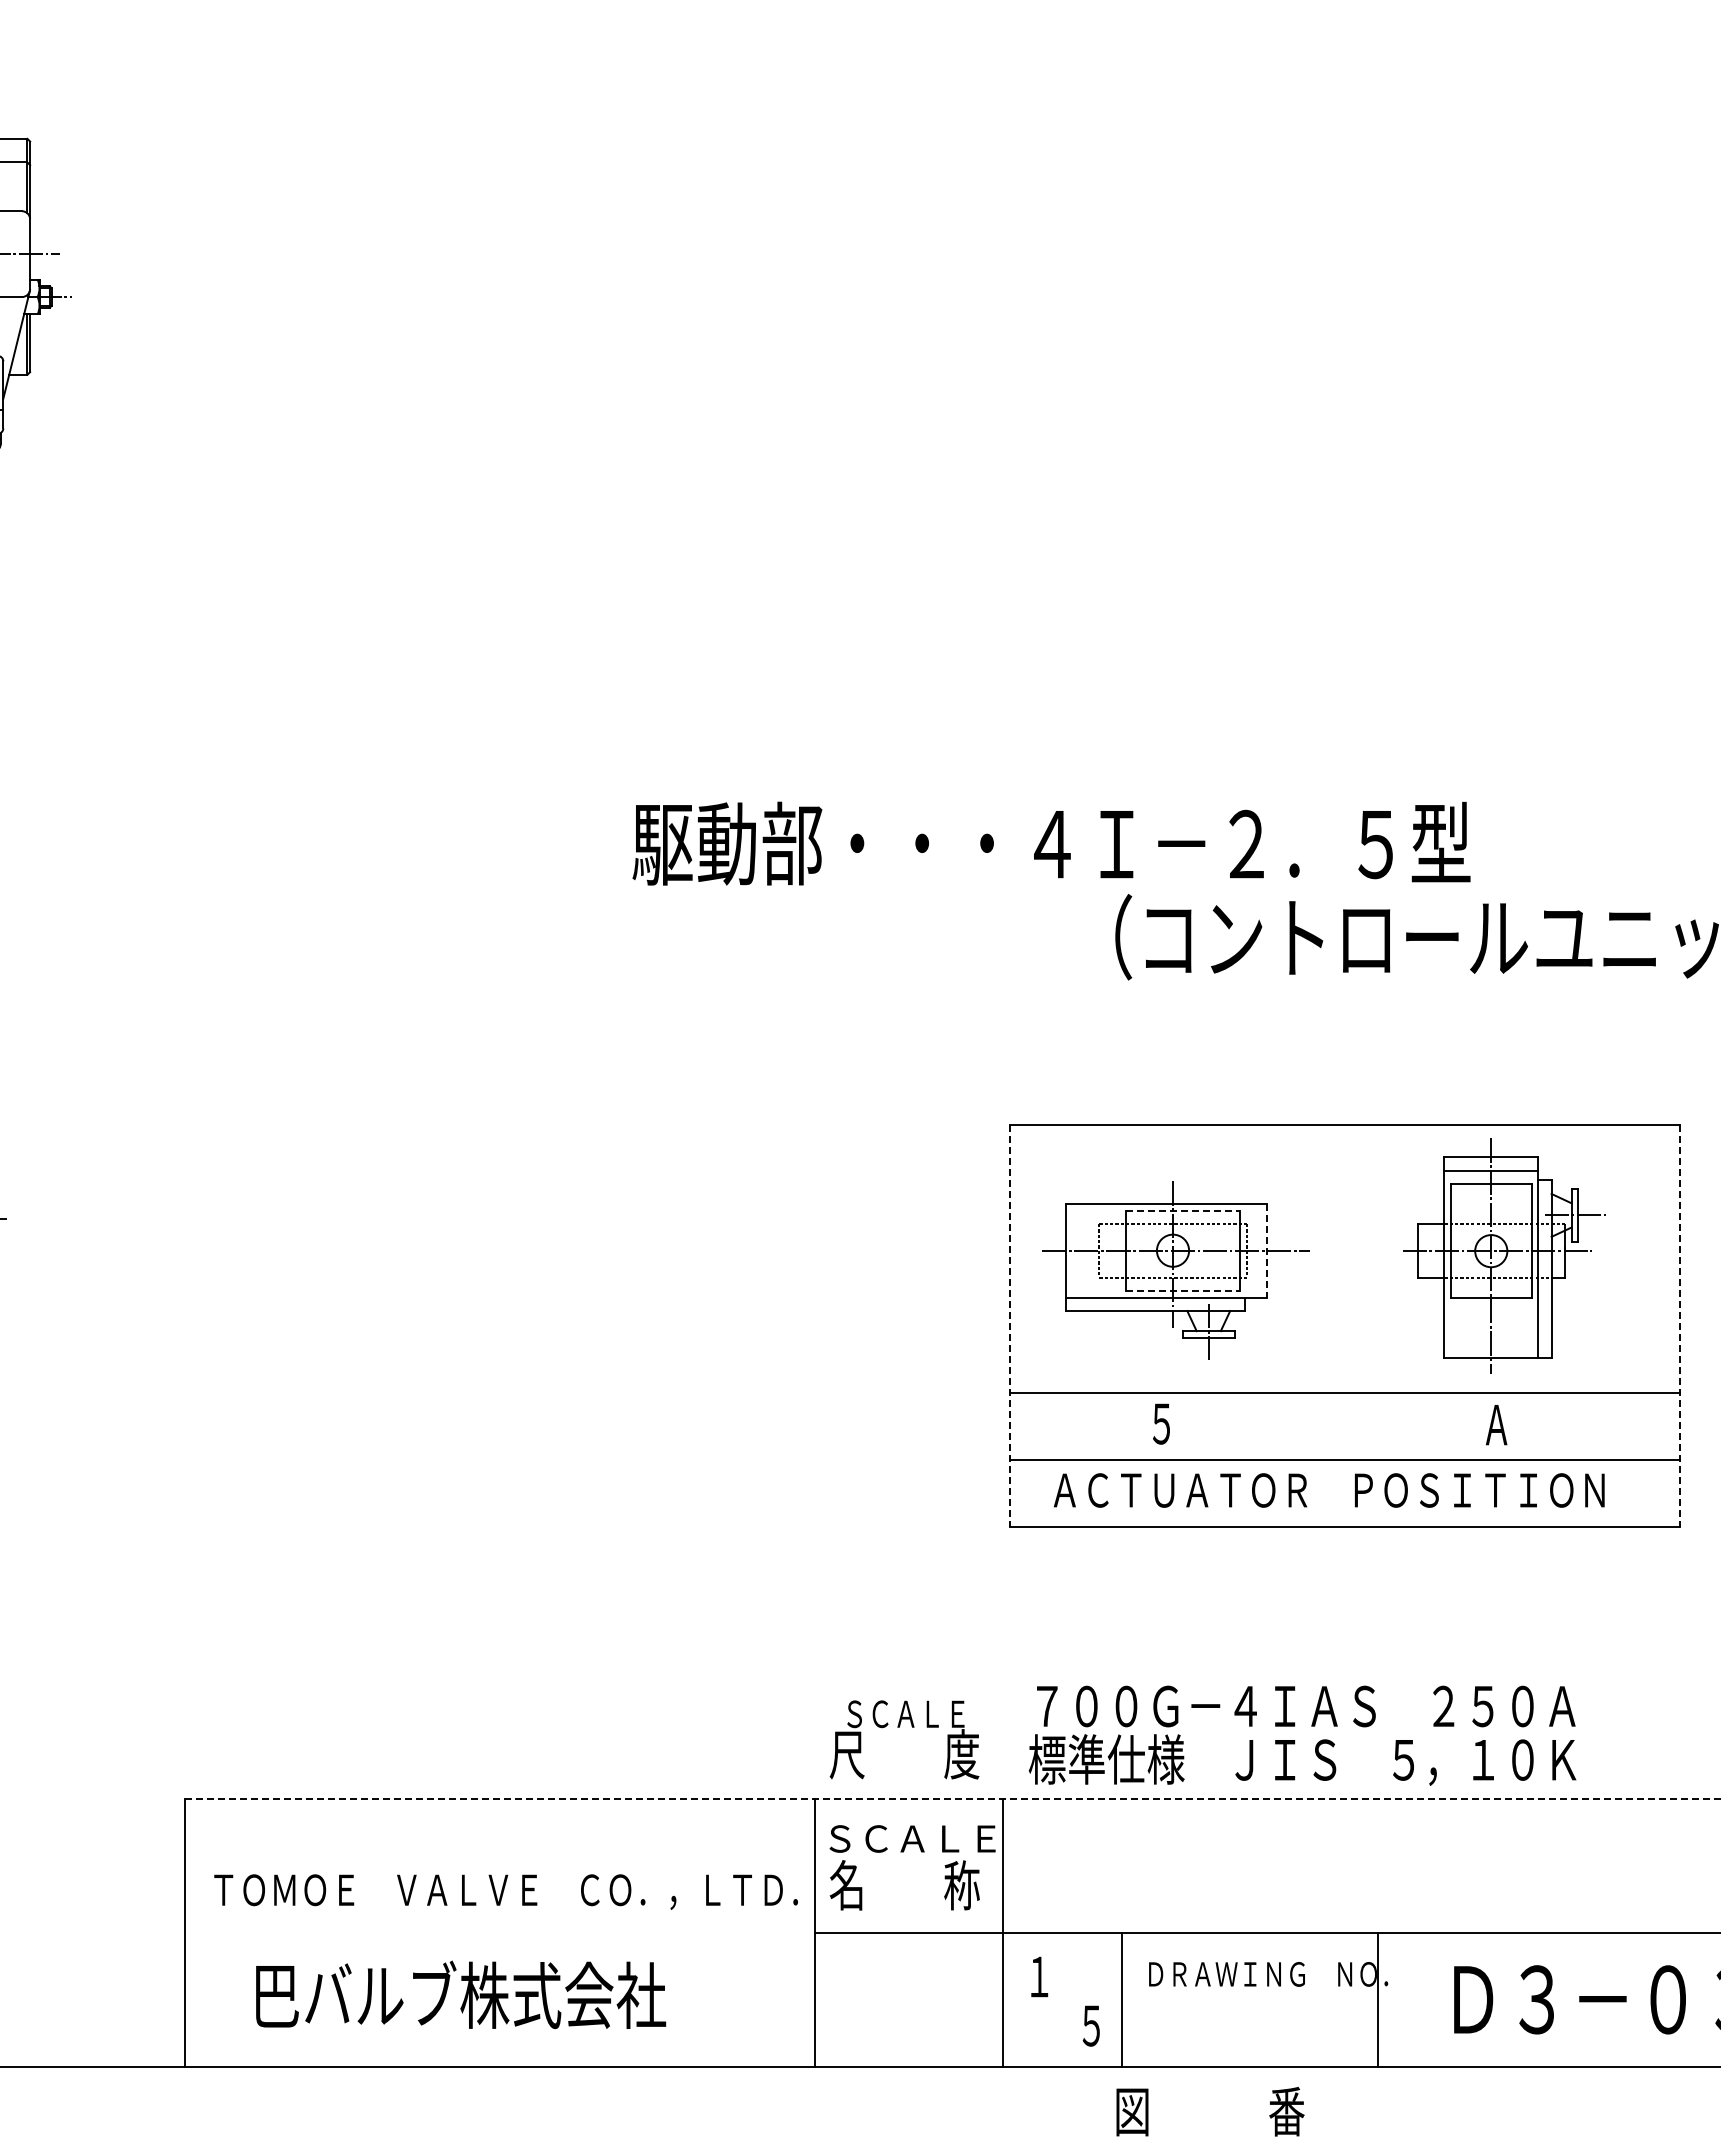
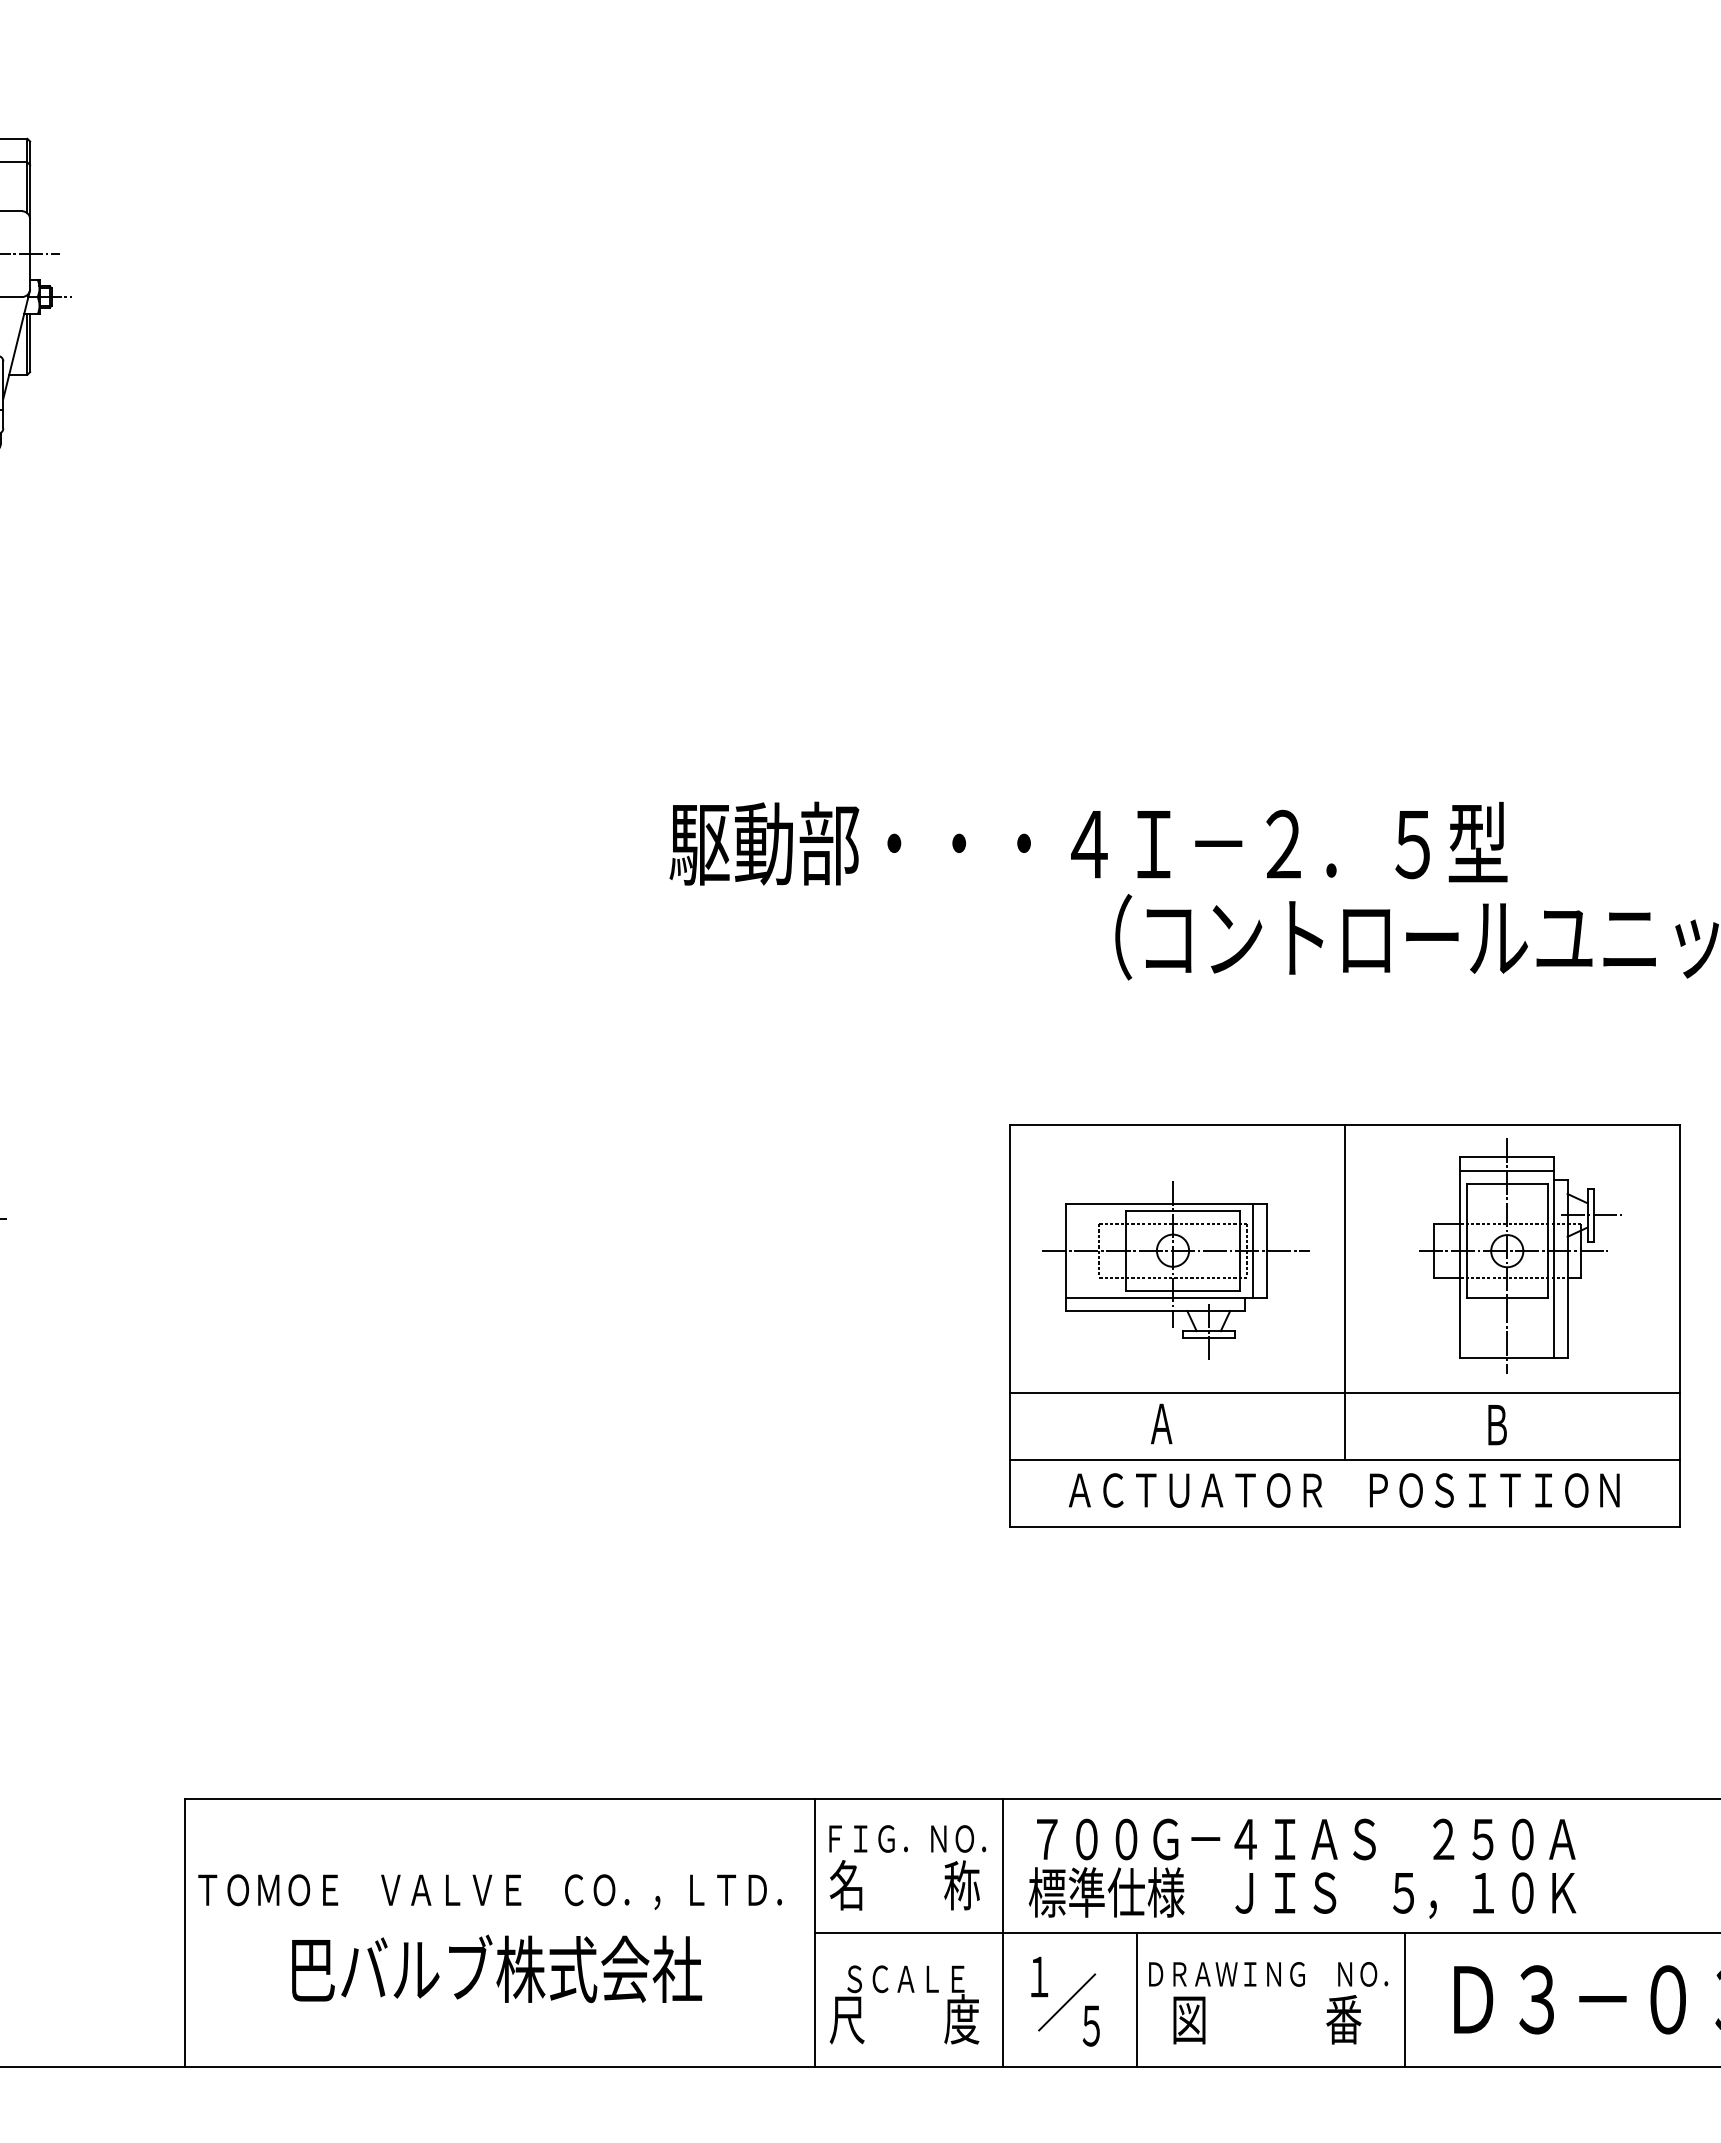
text at (1051, 843) position: (1051, 843) -> (1088, 843)
line at (1183, 1210): dashed -> solid
line at (1253, 1250): none -> present
line at (1266, 1250): dashed -> solid
part at (1504, 1255) position: (1504, 1255) -> (1520, 1255)
line at (1183, 1290): dashed -> solid
line at (1345, 1291): none -> present
line at (1009, 1326): dashed -> solid
line at (1680, 1326): dashed -> solid
text at (1161, 1423): ５ -> Ａ
text at (1496, 1425): Ａ -> Ｂ
text at (1329, 1490) position: (1329, 1490) -> (1344, 1490)
text at (1302, 1735) position: (1302, 1735) -> (1302, 1868)
text at (904, 1739) position: (904, 1739) -> (904, 2004)
line at (952, 1798): dashed -> solid
text at (912, 1838): ＳＣＡＬＥ -> ＦＩＧ．ＮＯ．
text at (505, 1891) position: (505, 1891) -> (489, 1891)
text at (461, 1994) position: (461, 1994) -> (497, 1968)
line at (1121, 1999) position: (1121, 1999) -> (1136, 1999)
line at (1377, 1999) position: (1377, 1999) -> (1404, 1999)
line at (1067, 2002): none -> present
text at (1210, 2111) position: (1210, 2111) -> (1267, 2019)
